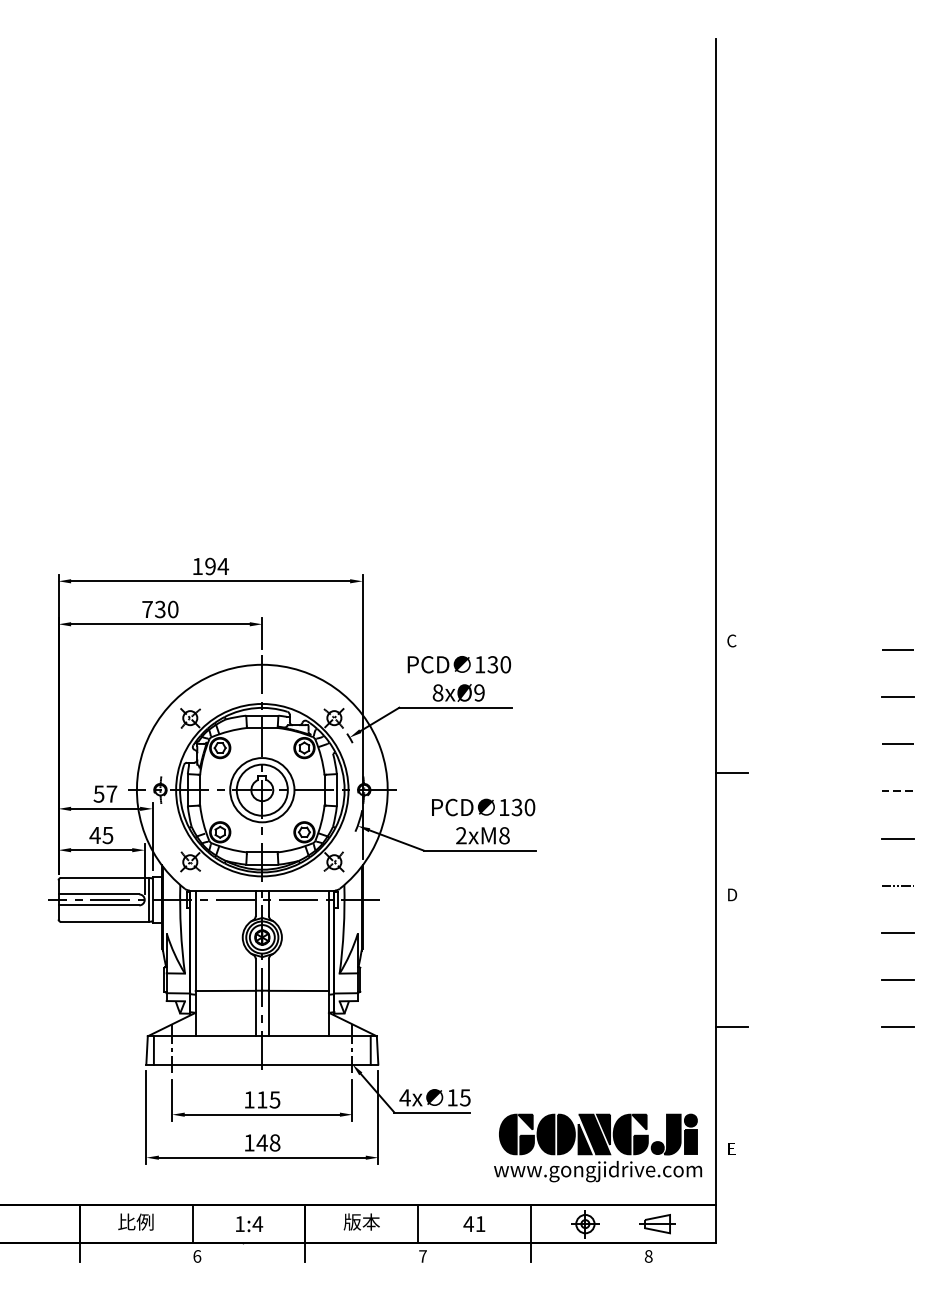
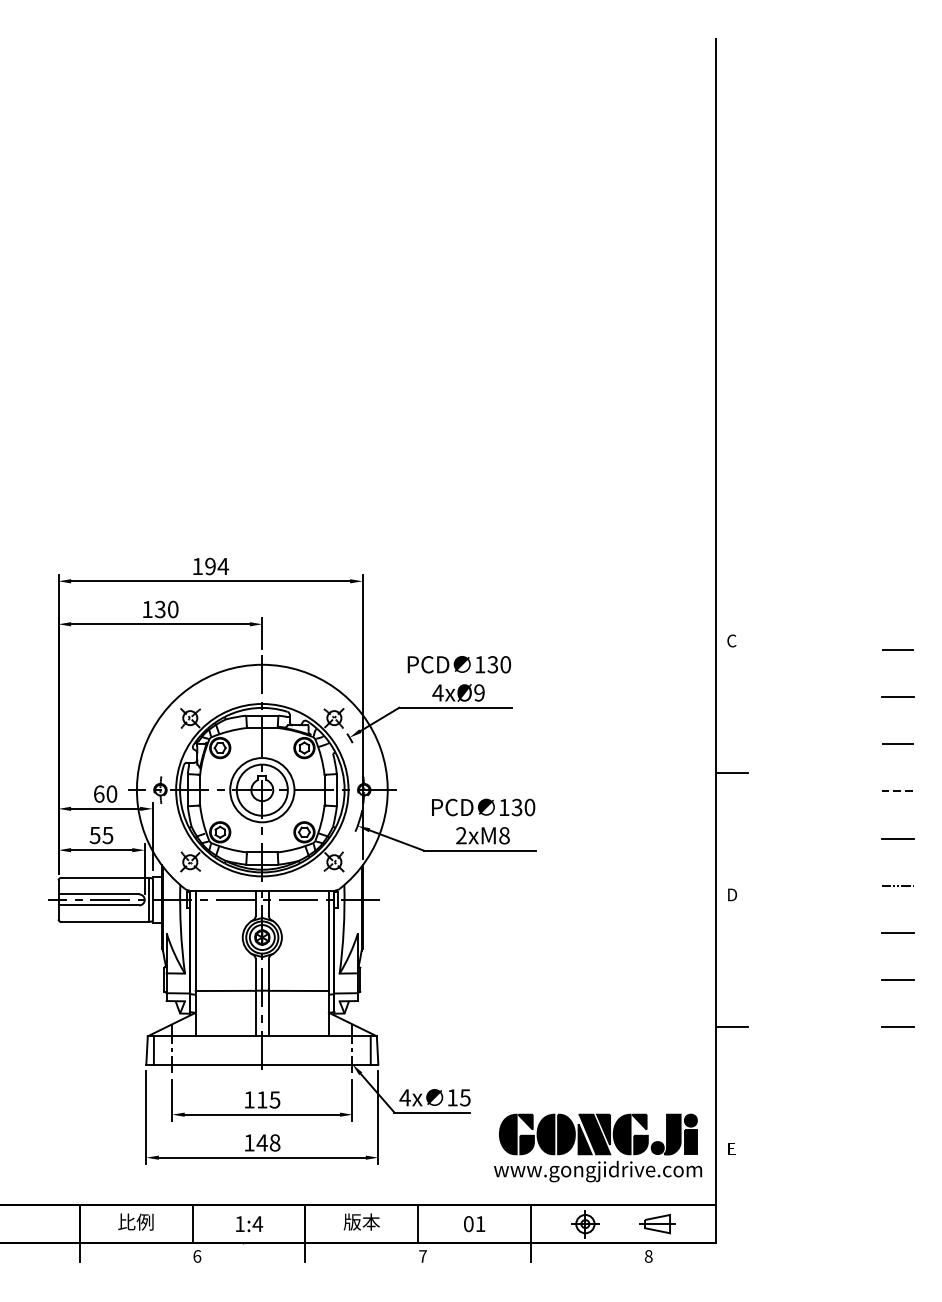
text at (147, 609): 730 -> 130
text at (437, 692): 8xØ9 -> 4xØ9
text at (105, 793): 57 -> 60
text at (94, 835): 45 -> 55
text at (468, 1224): 41 -> 01
